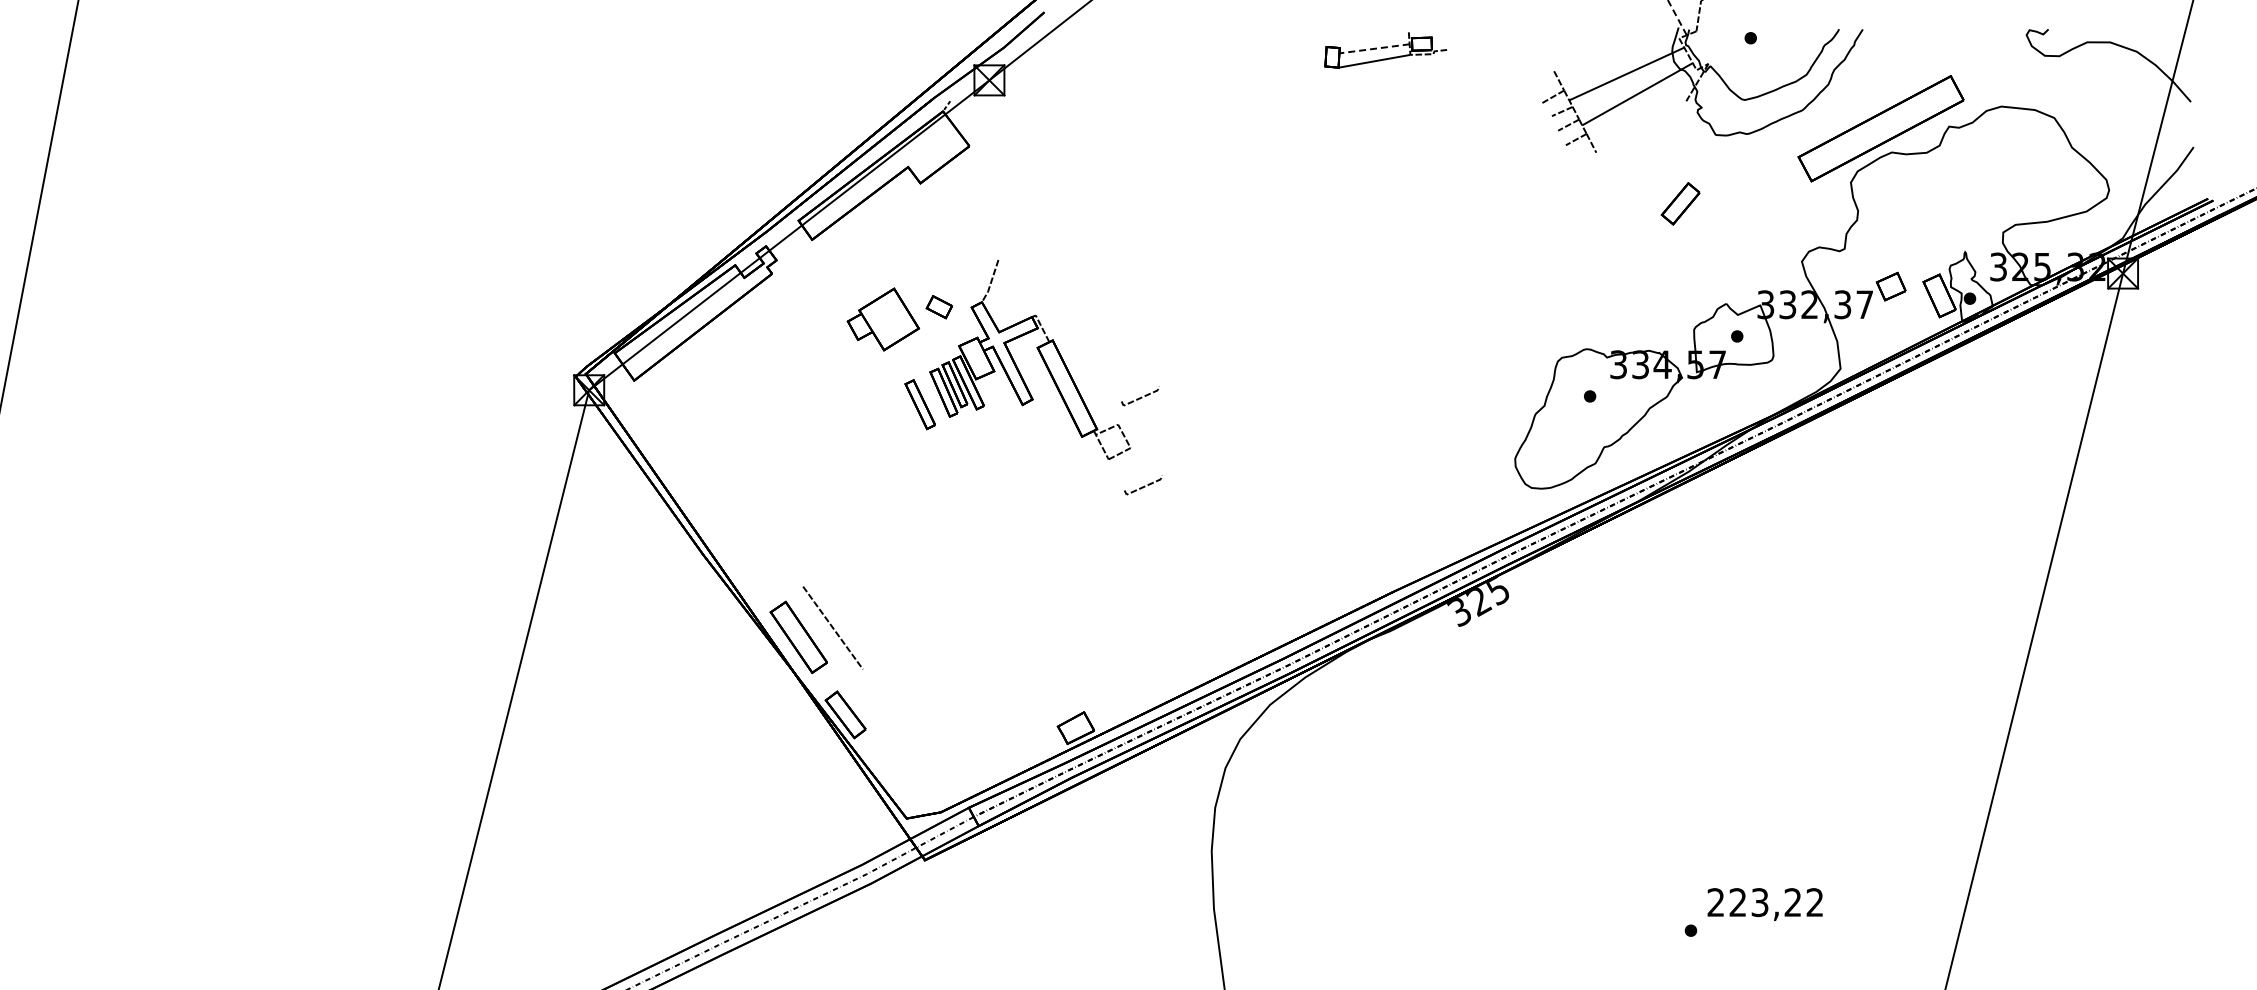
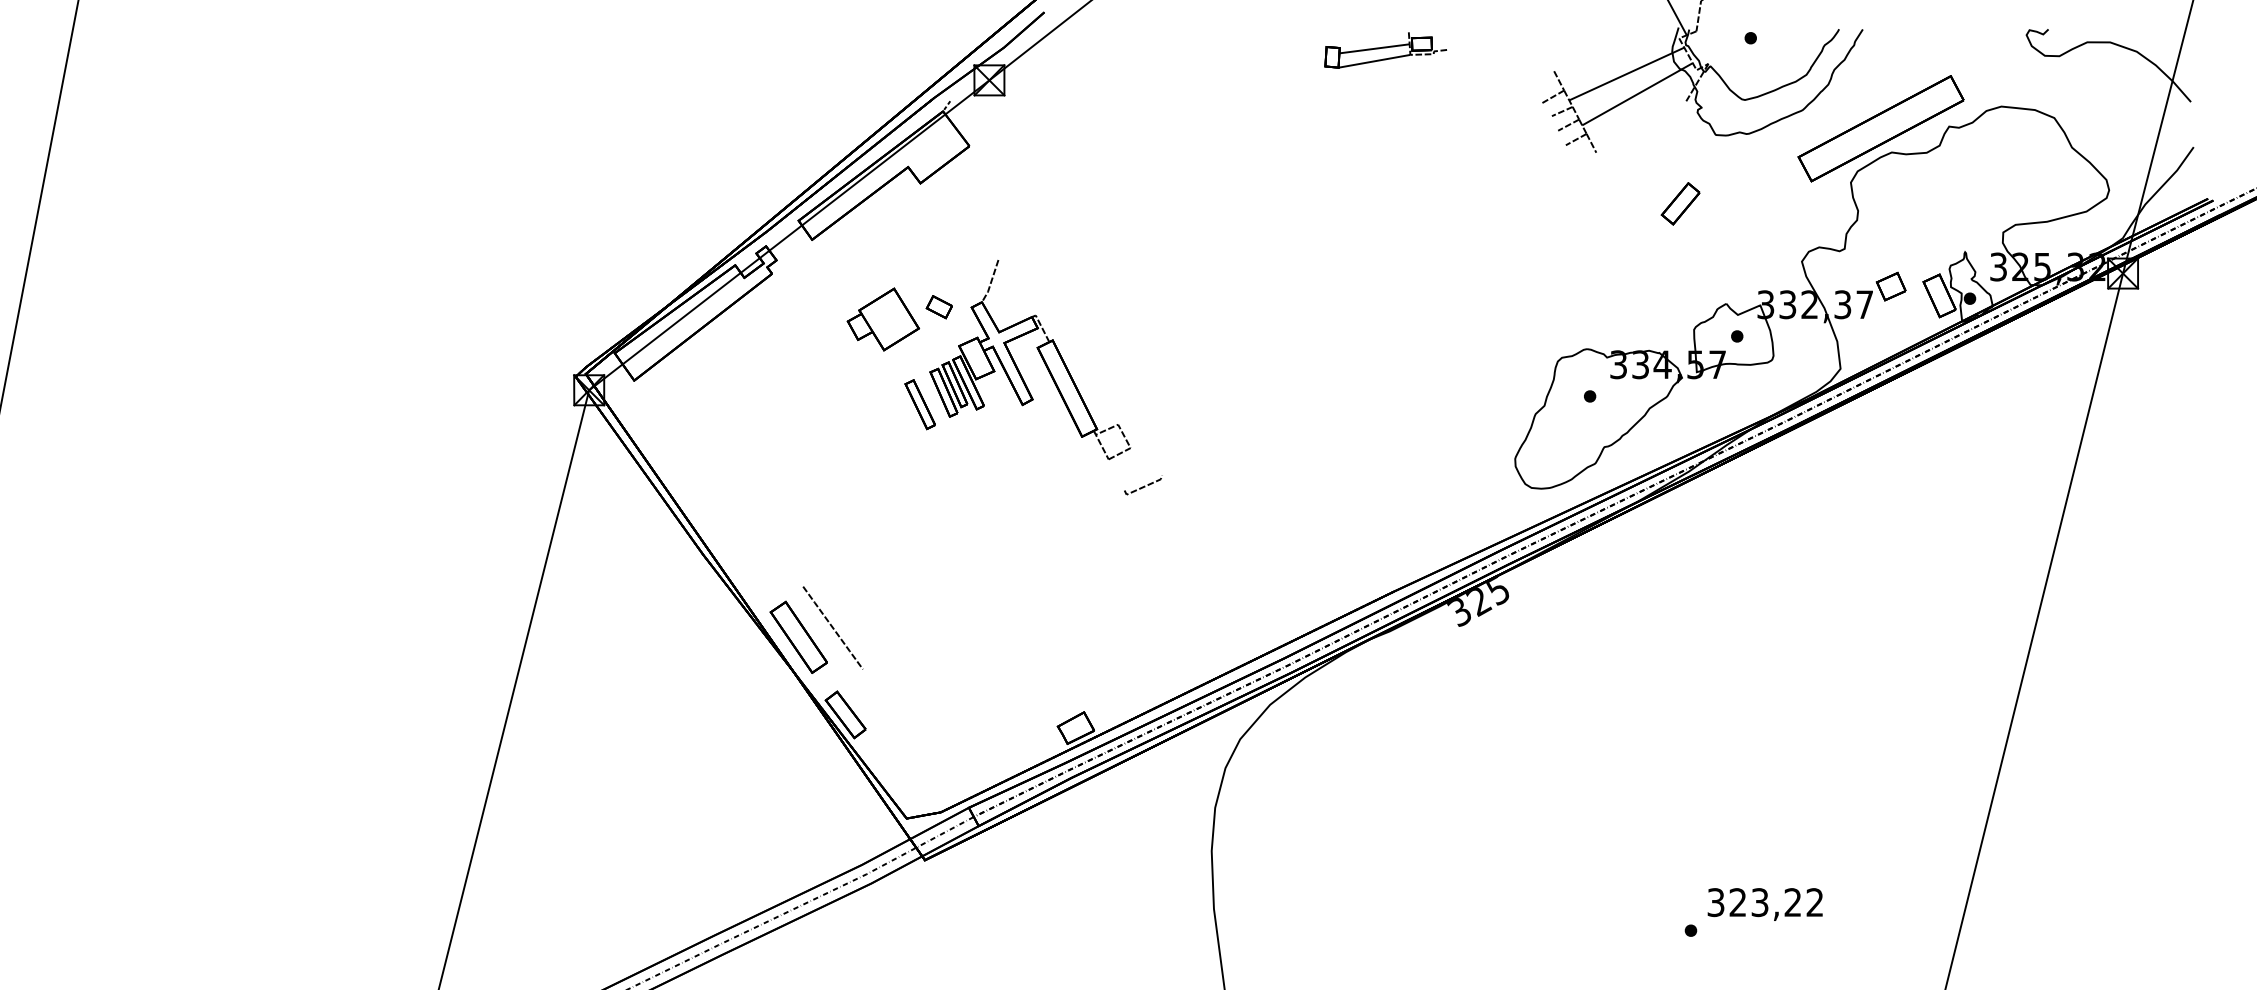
line at (1677, 17): dashed -> solid
line at (1374, 48): dashed -> solid
line at (1141, 396): present -> none
text at (1715, 902): 223,22 -> 323,22
